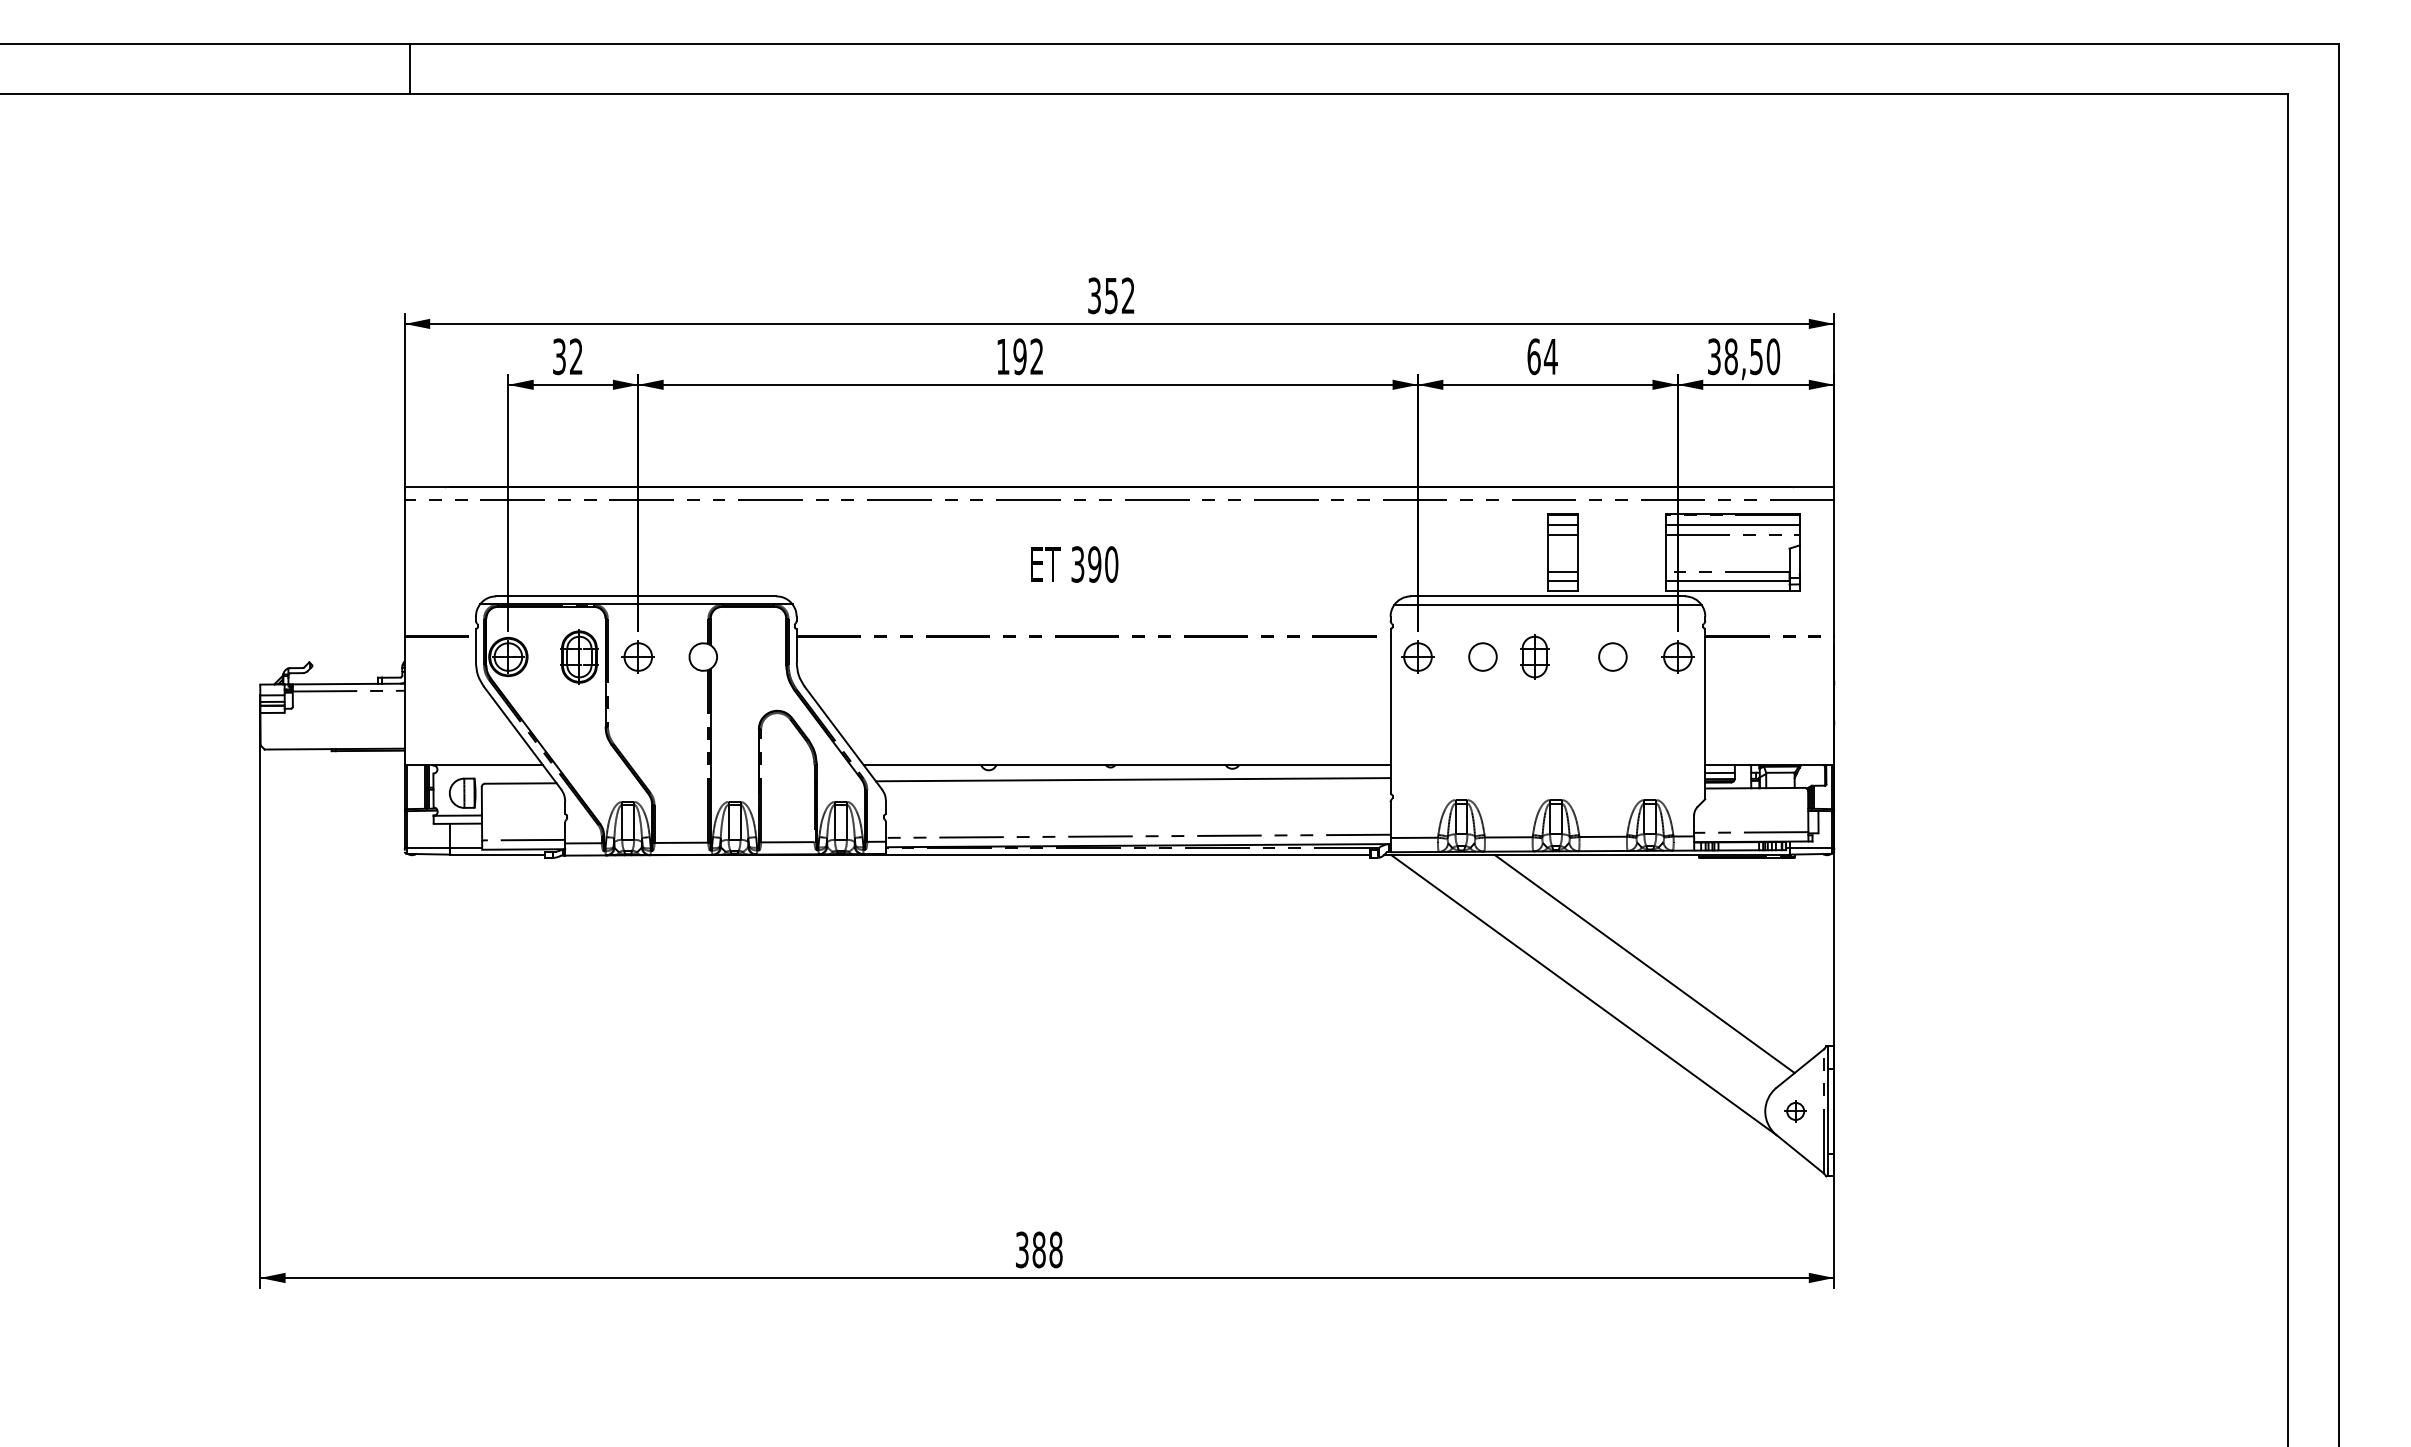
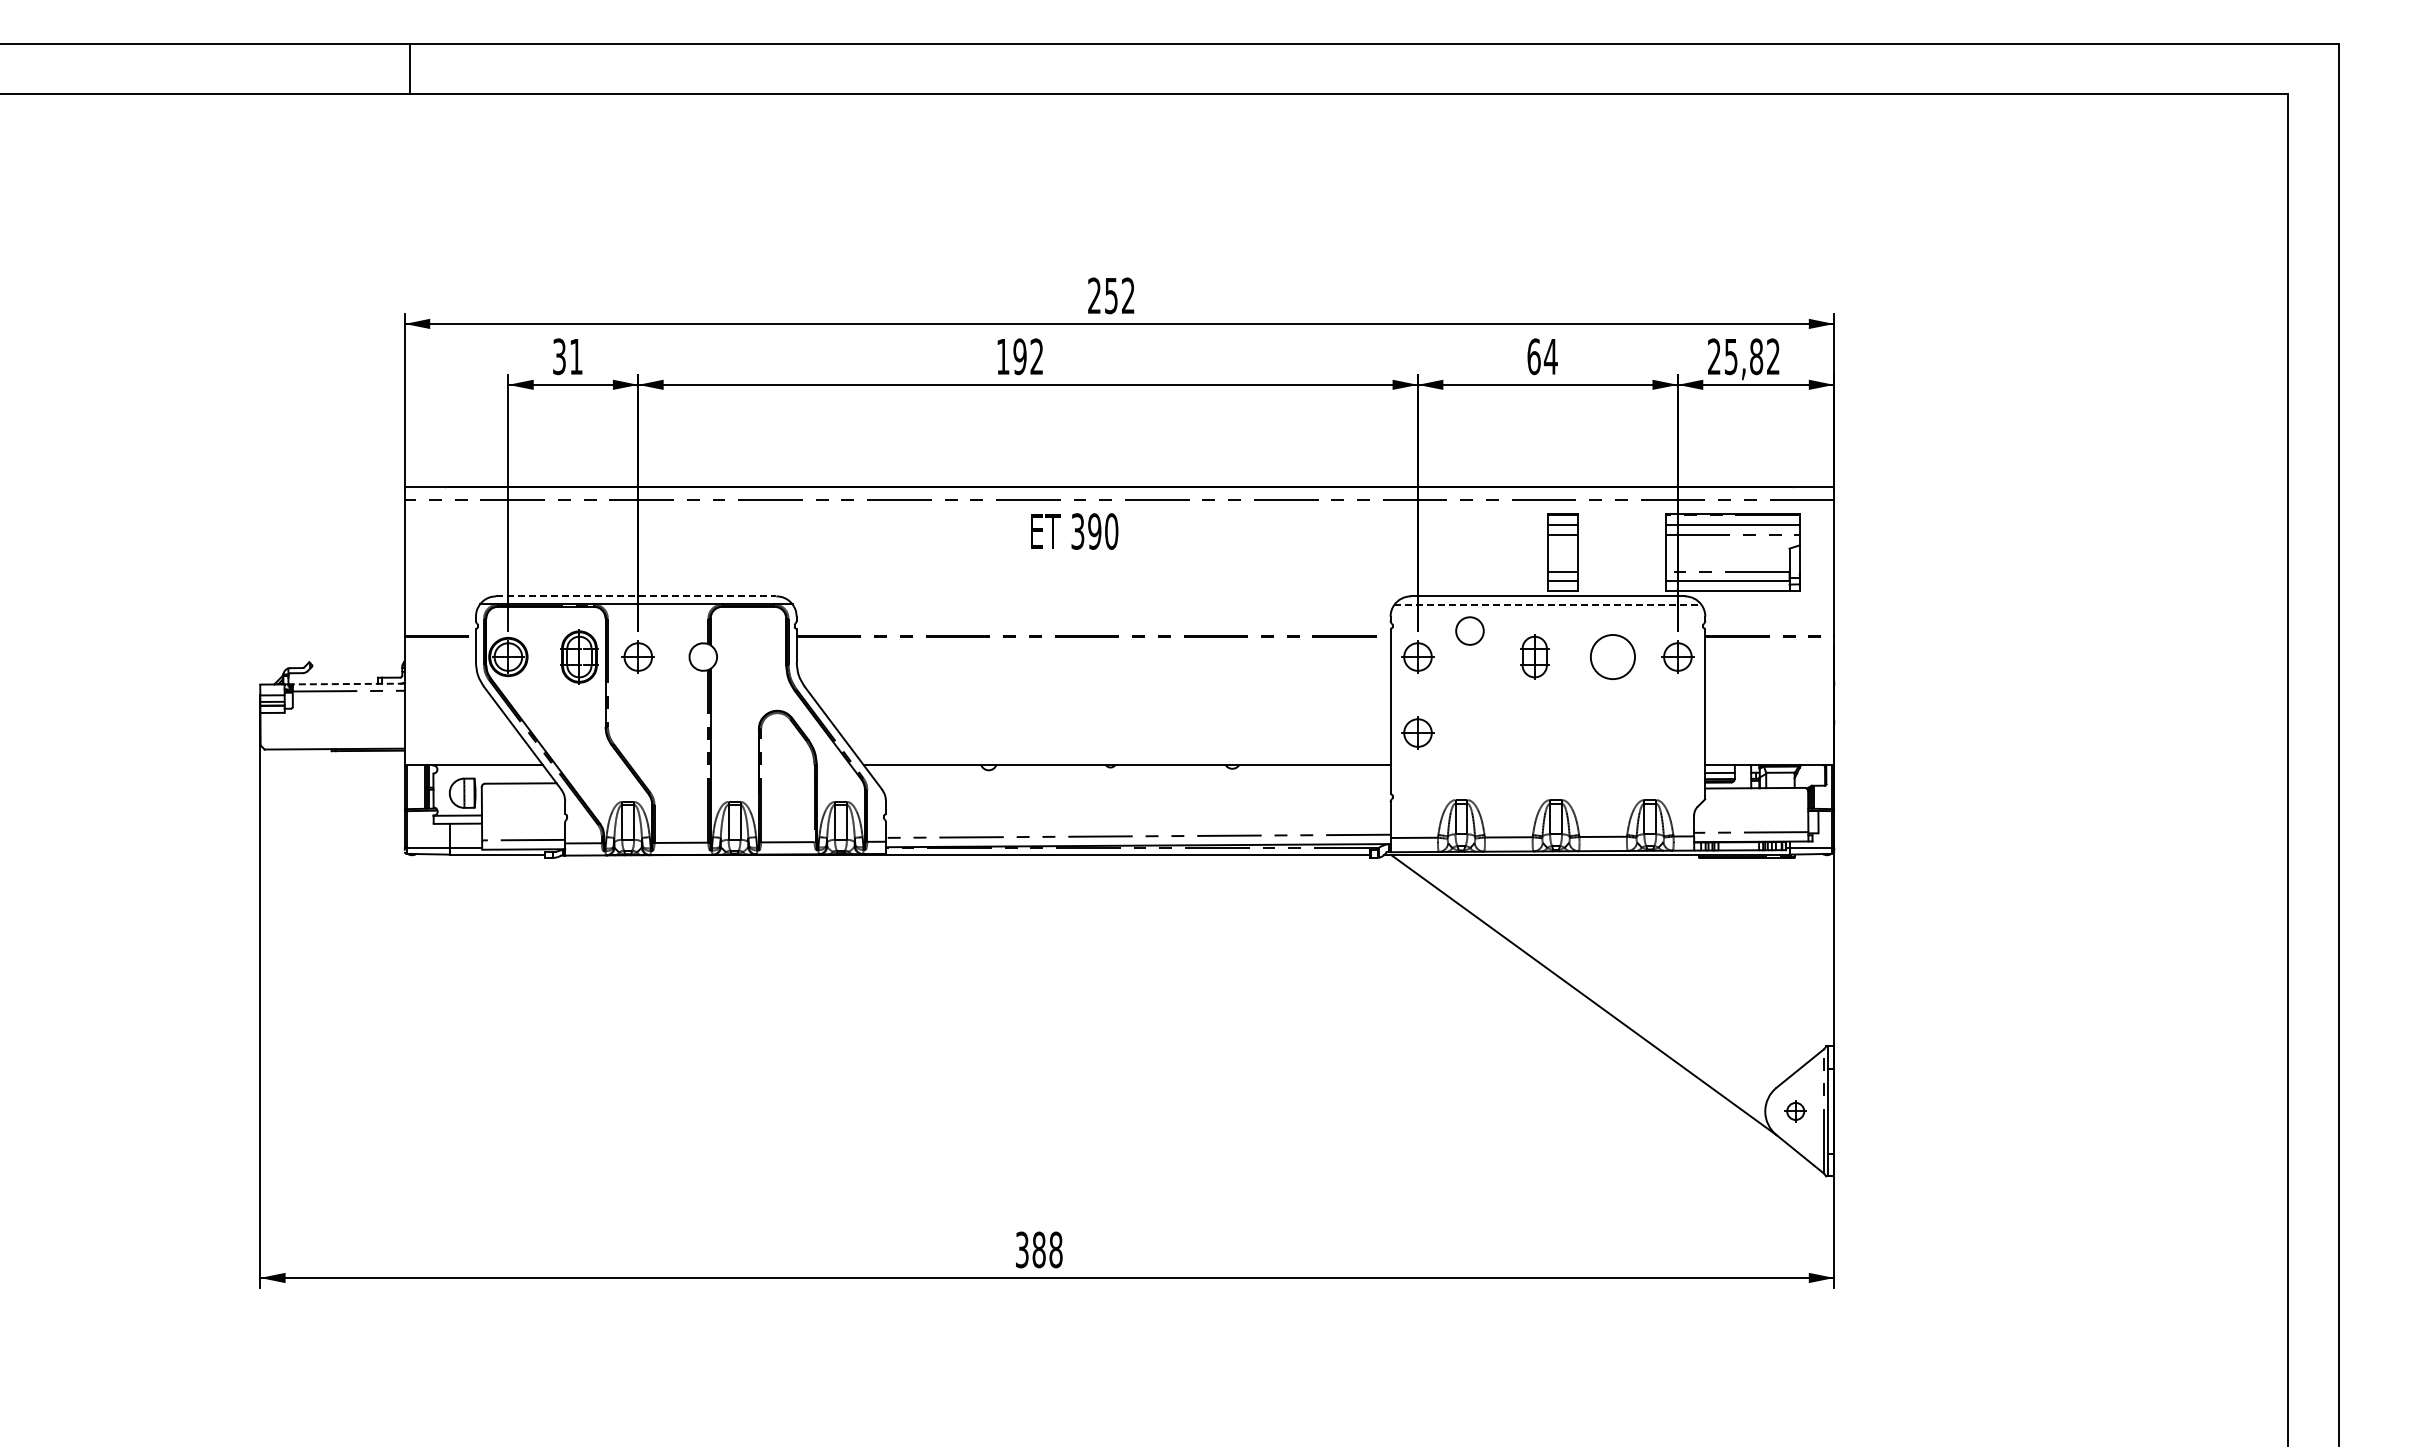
text at (1094, 295): 352 -> 252
text at (576, 356): 32 -> 31
text at (1744, 356): 38,50 -> 25,82
text at (1074, 564) position: (1074, 564) -> (1074, 531)
line at (636, 596): solid -> dashed
line at (1547, 605): solid -> dashed
circle at (1482, 656) position: (1482, 656) -> (1469, 630)
circle at (1612, 656) diameter: 28 px -> 44 px
line at (348, 684): solid -> dashed
part at (1417, 732): none -> present
line at (1132, 779): present -> none
line at (1644, 964): present -> none
